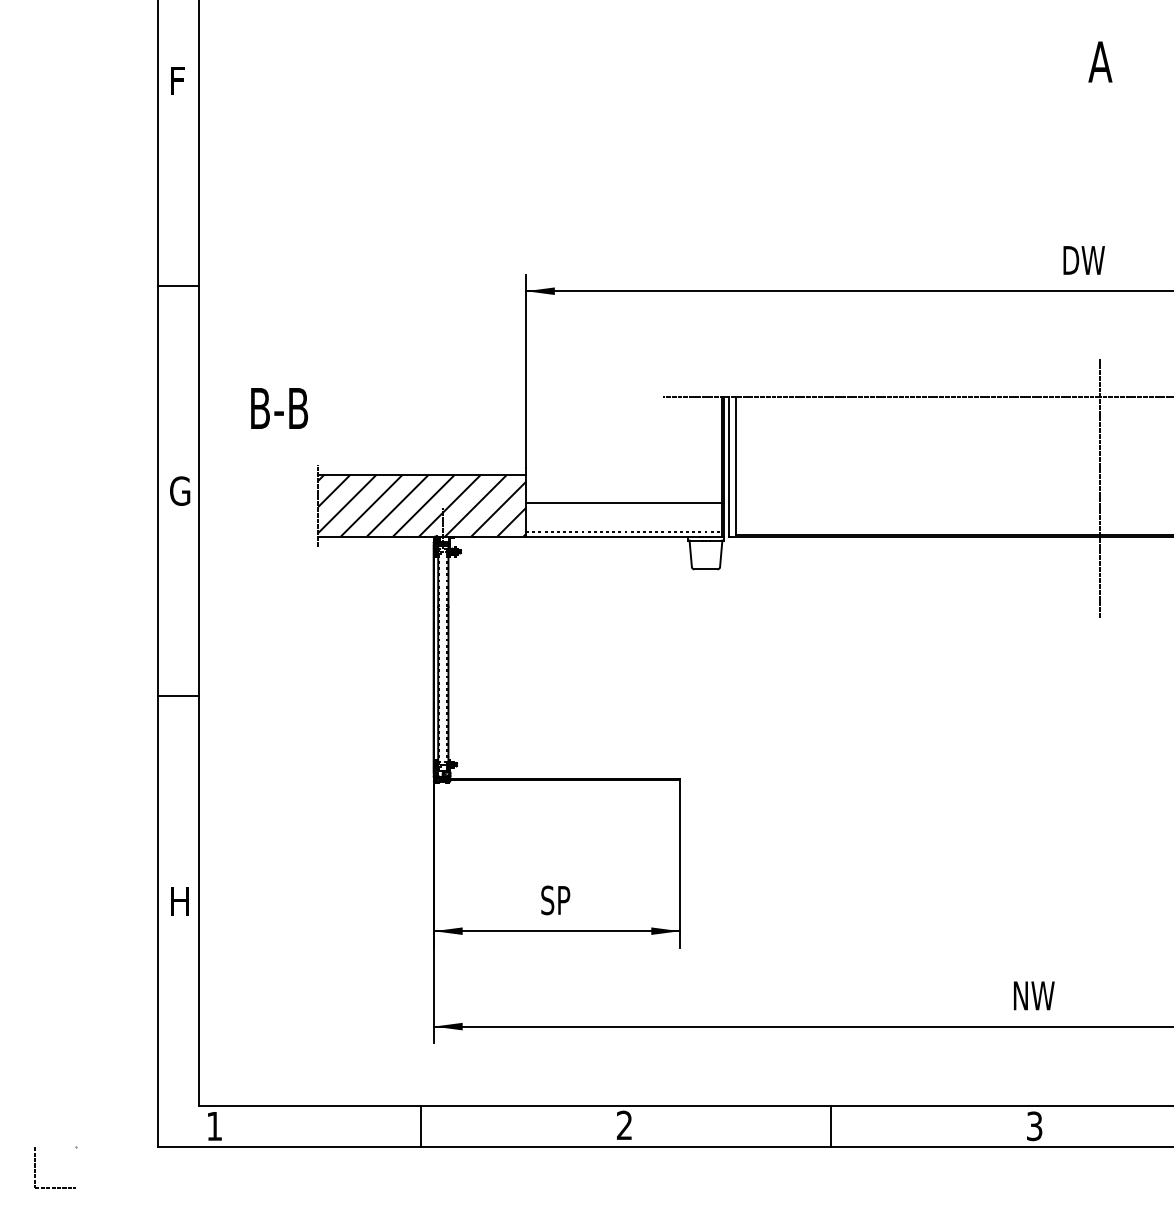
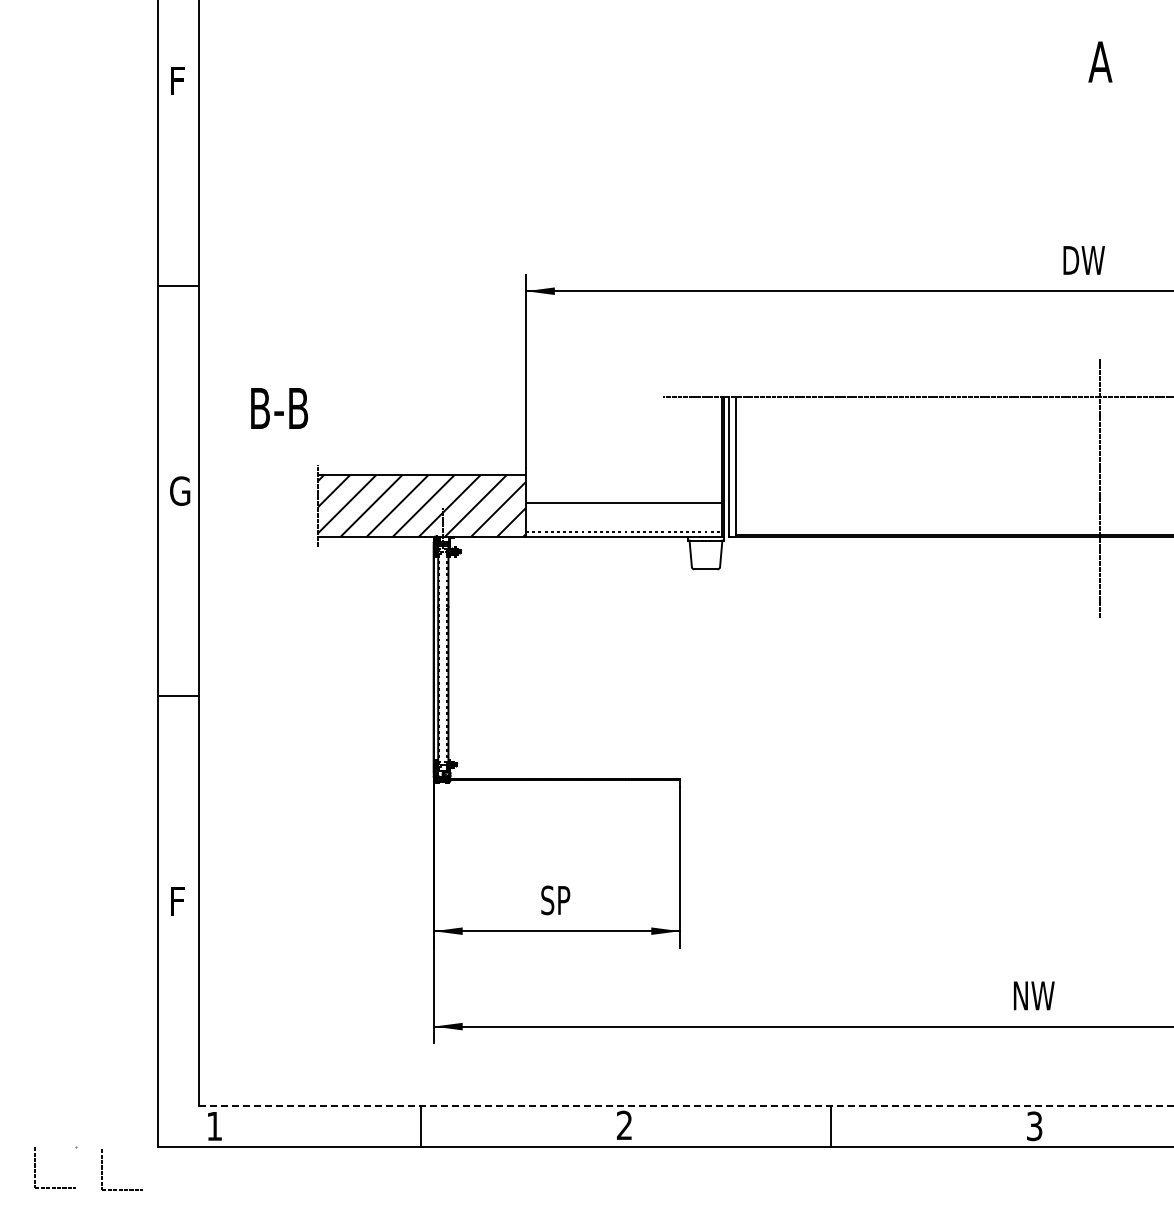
text at (181, 901): H -> F
line at (686, 1106): solid -> dashed
part at (102, 1169): none -> present
